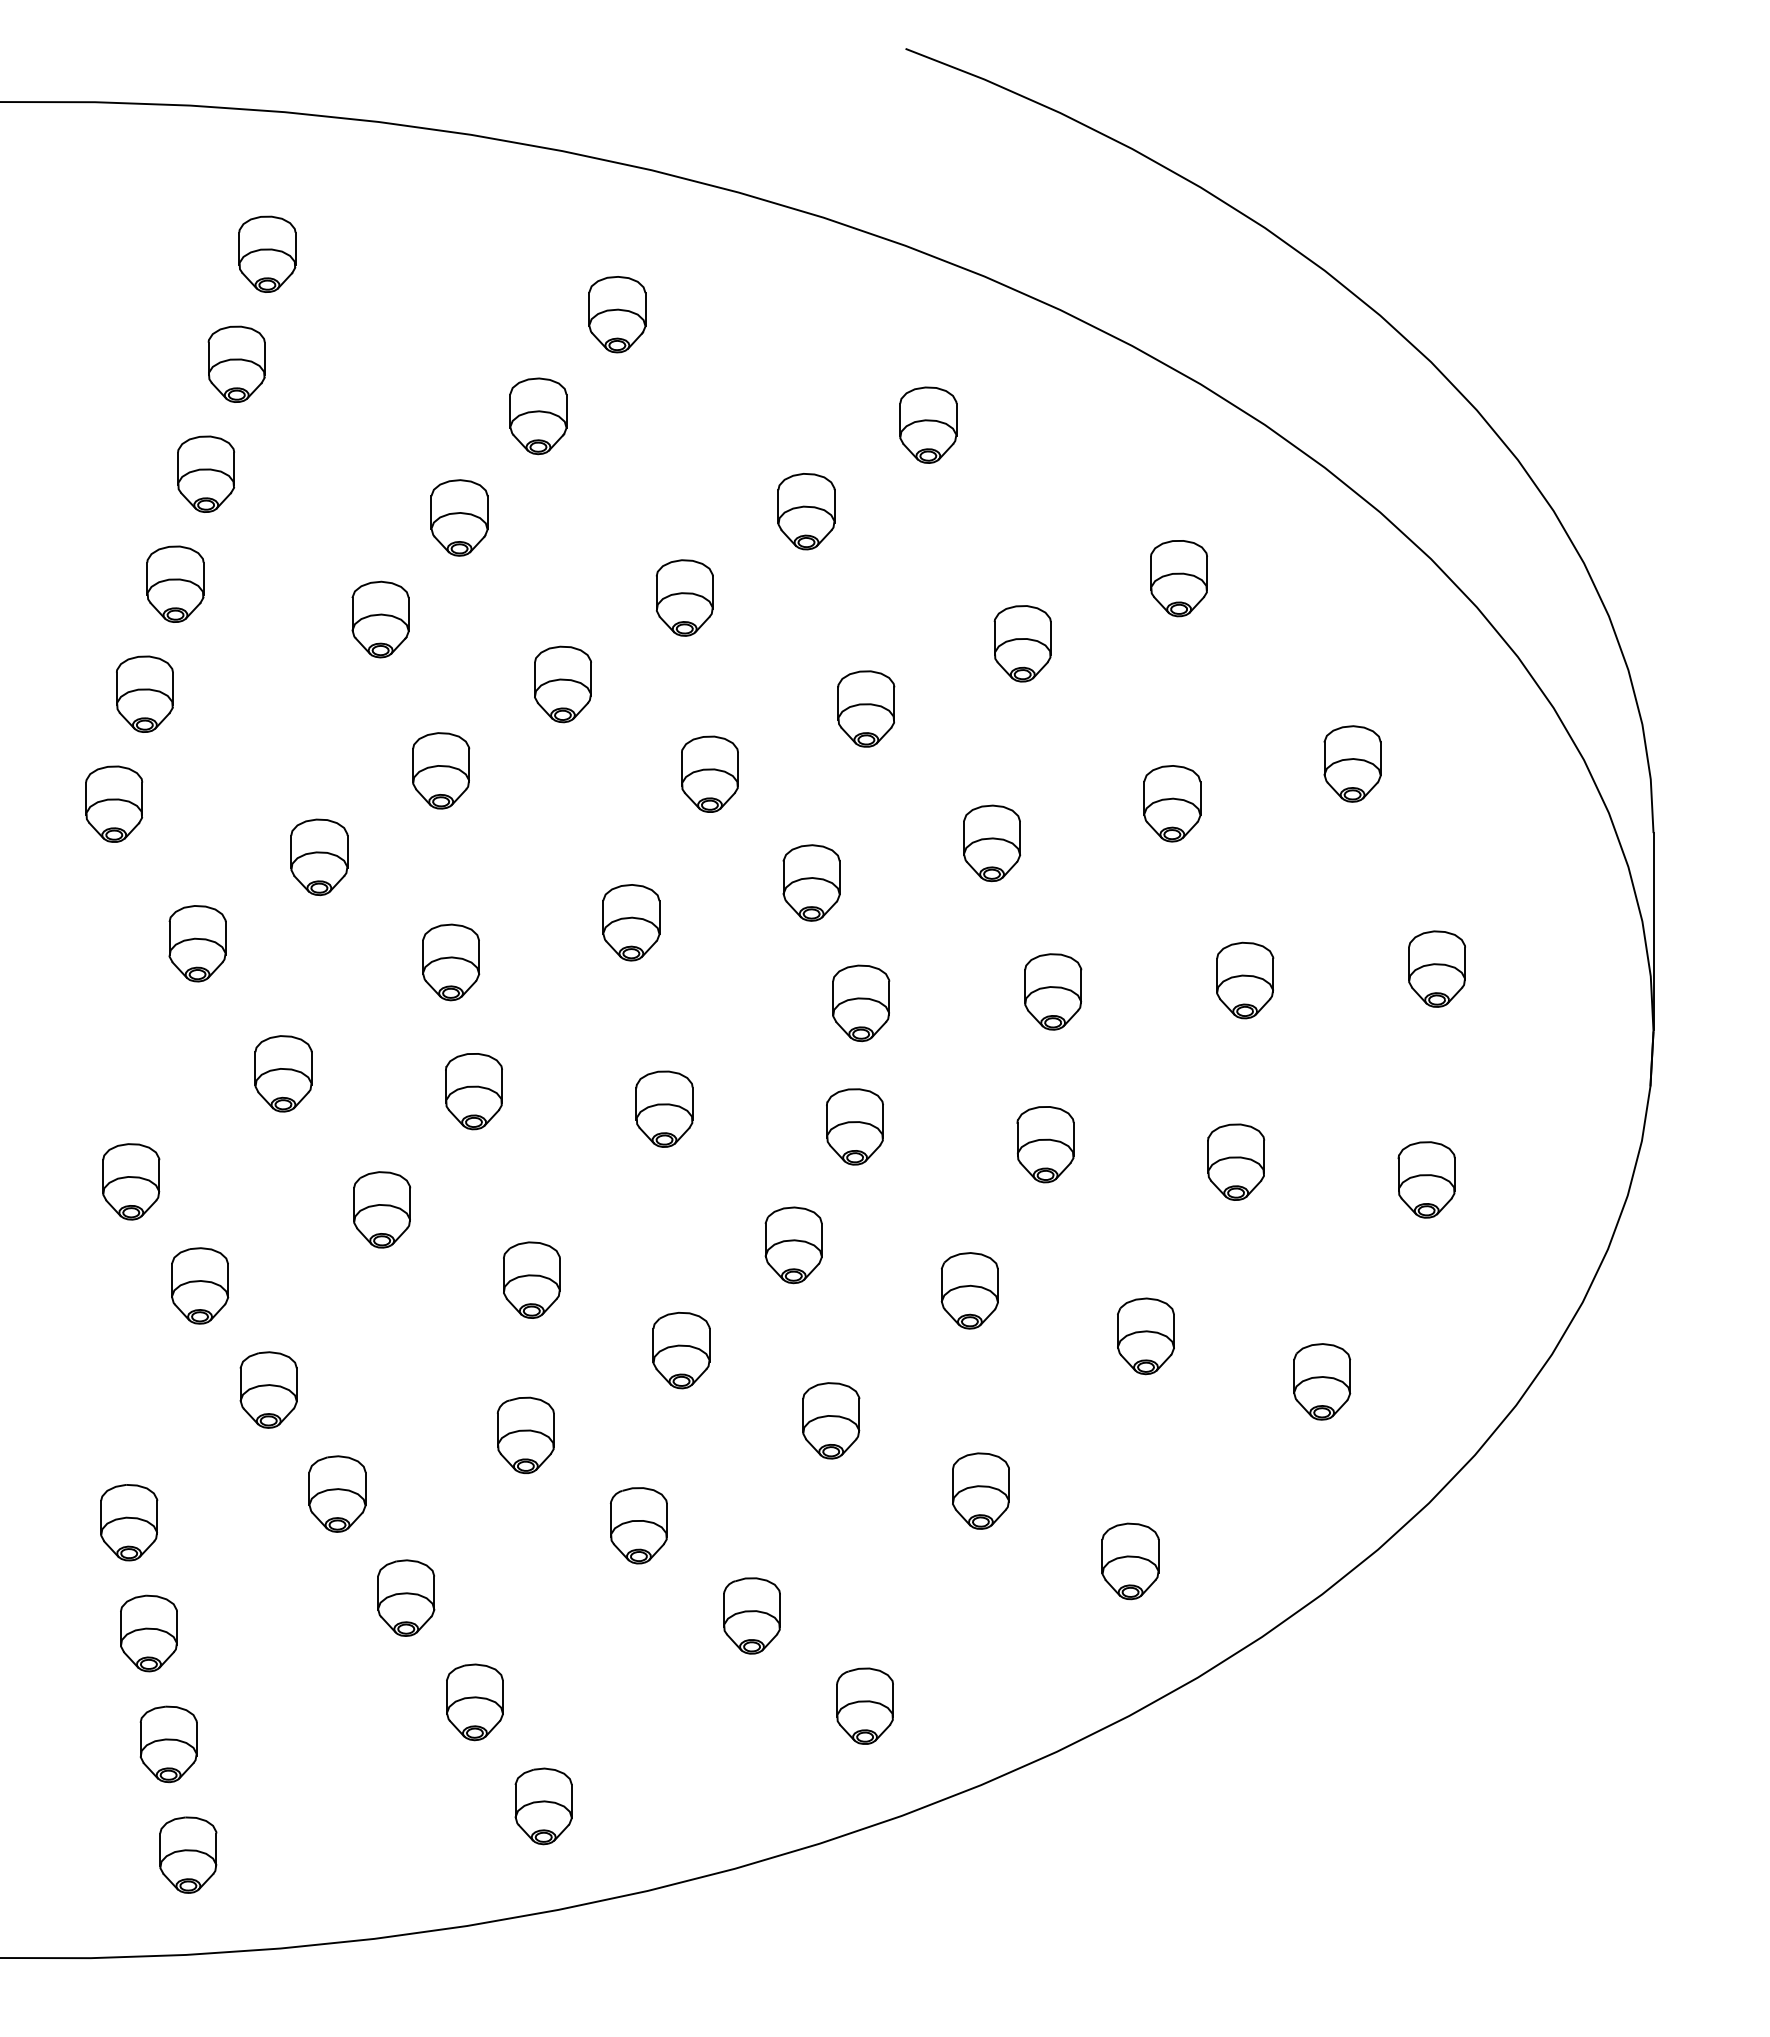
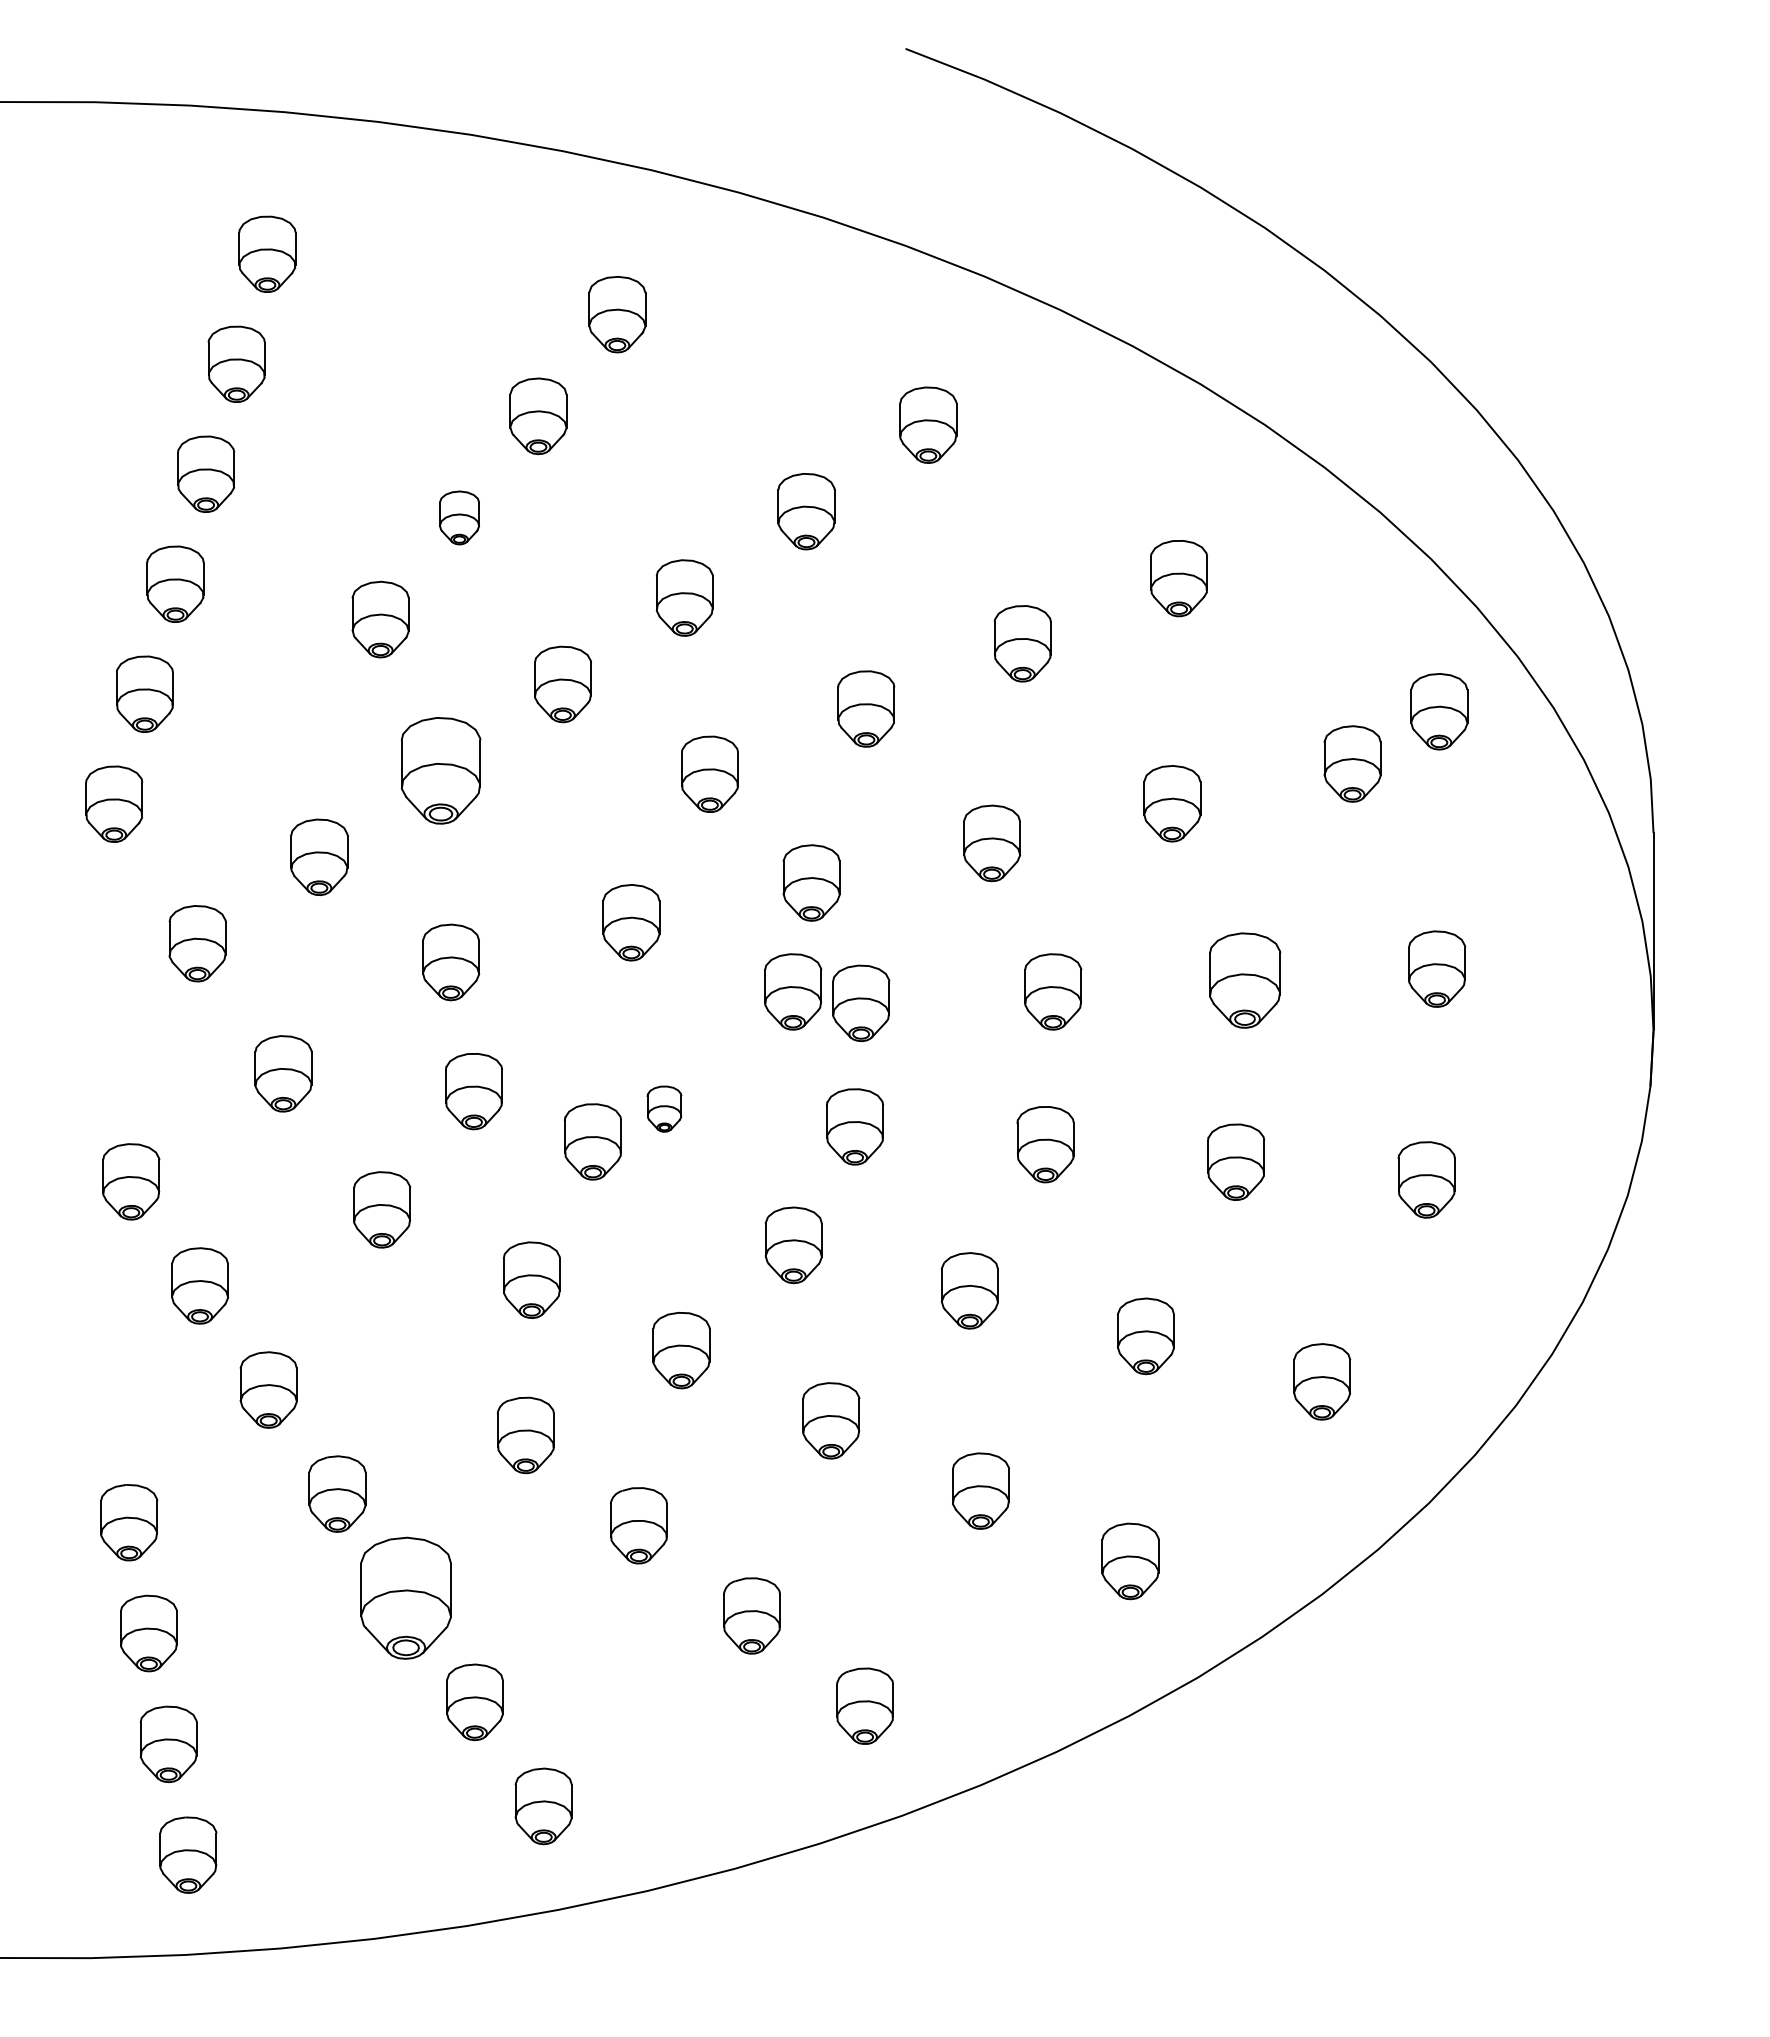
part at (459, 517) size: 59x78 px -> 41x56 px
part at (1439, 711): none -> present
part at (441, 770) size: 59x78 px -> 82x108 px
part at (1245, 980) size: 59x79 px -> 73x97 px
part at (793, 991): none -> present
part at (664, 1108) size: 59x78 px -> 37x48 px
part at (592, 1141): none -> present
part at (406, 1597) size: 59x78 px -> 92x124 px
